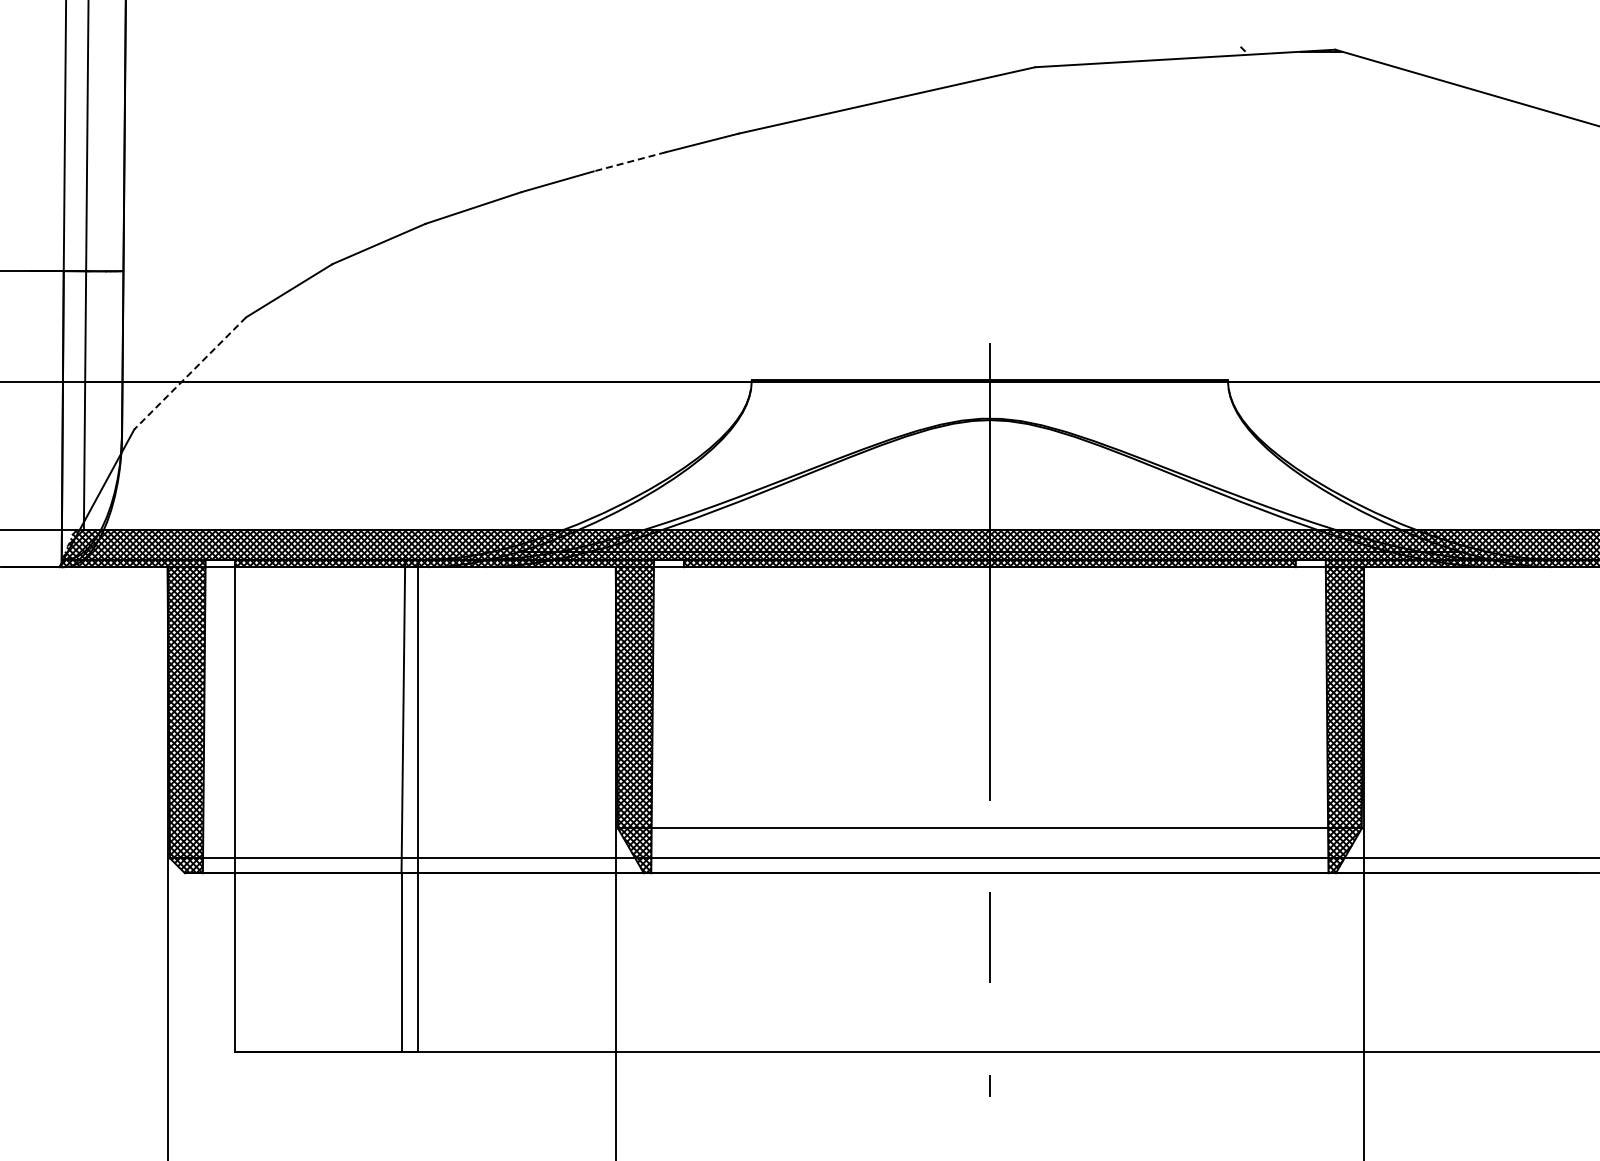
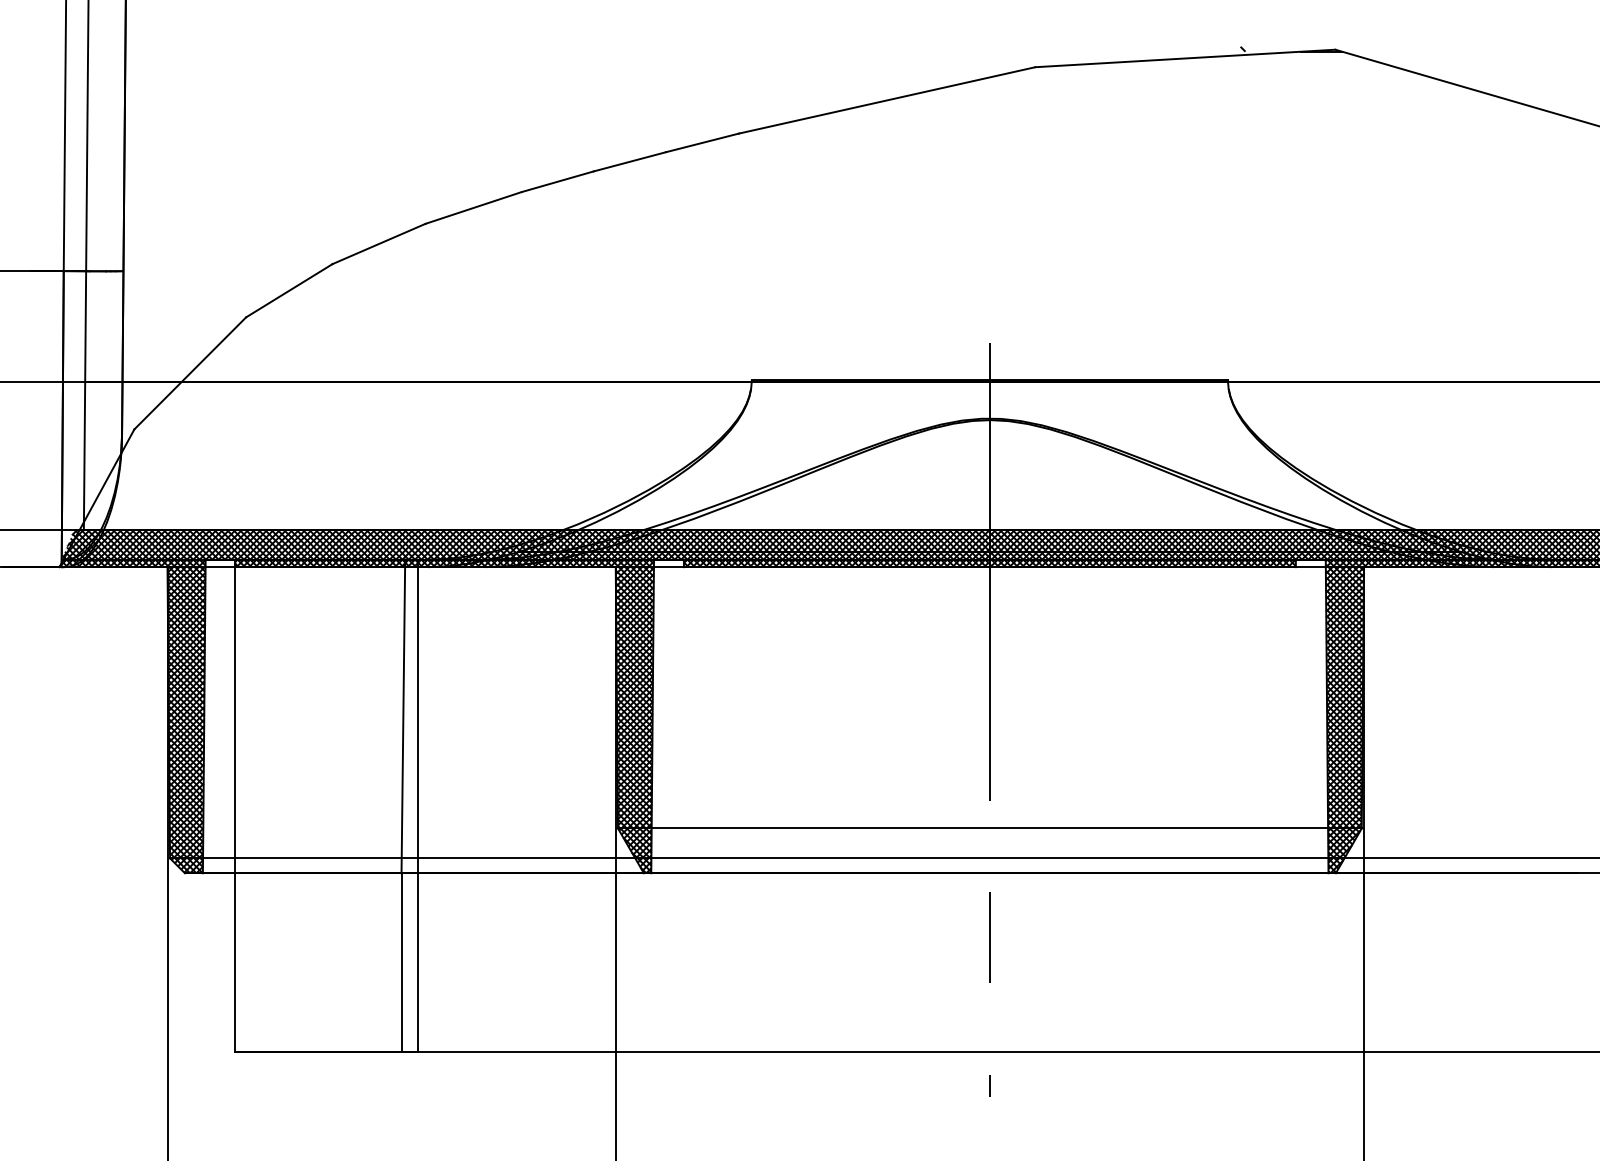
line at (629, 161): dashed -> solid
line at (189, 373): dashed -> solid
